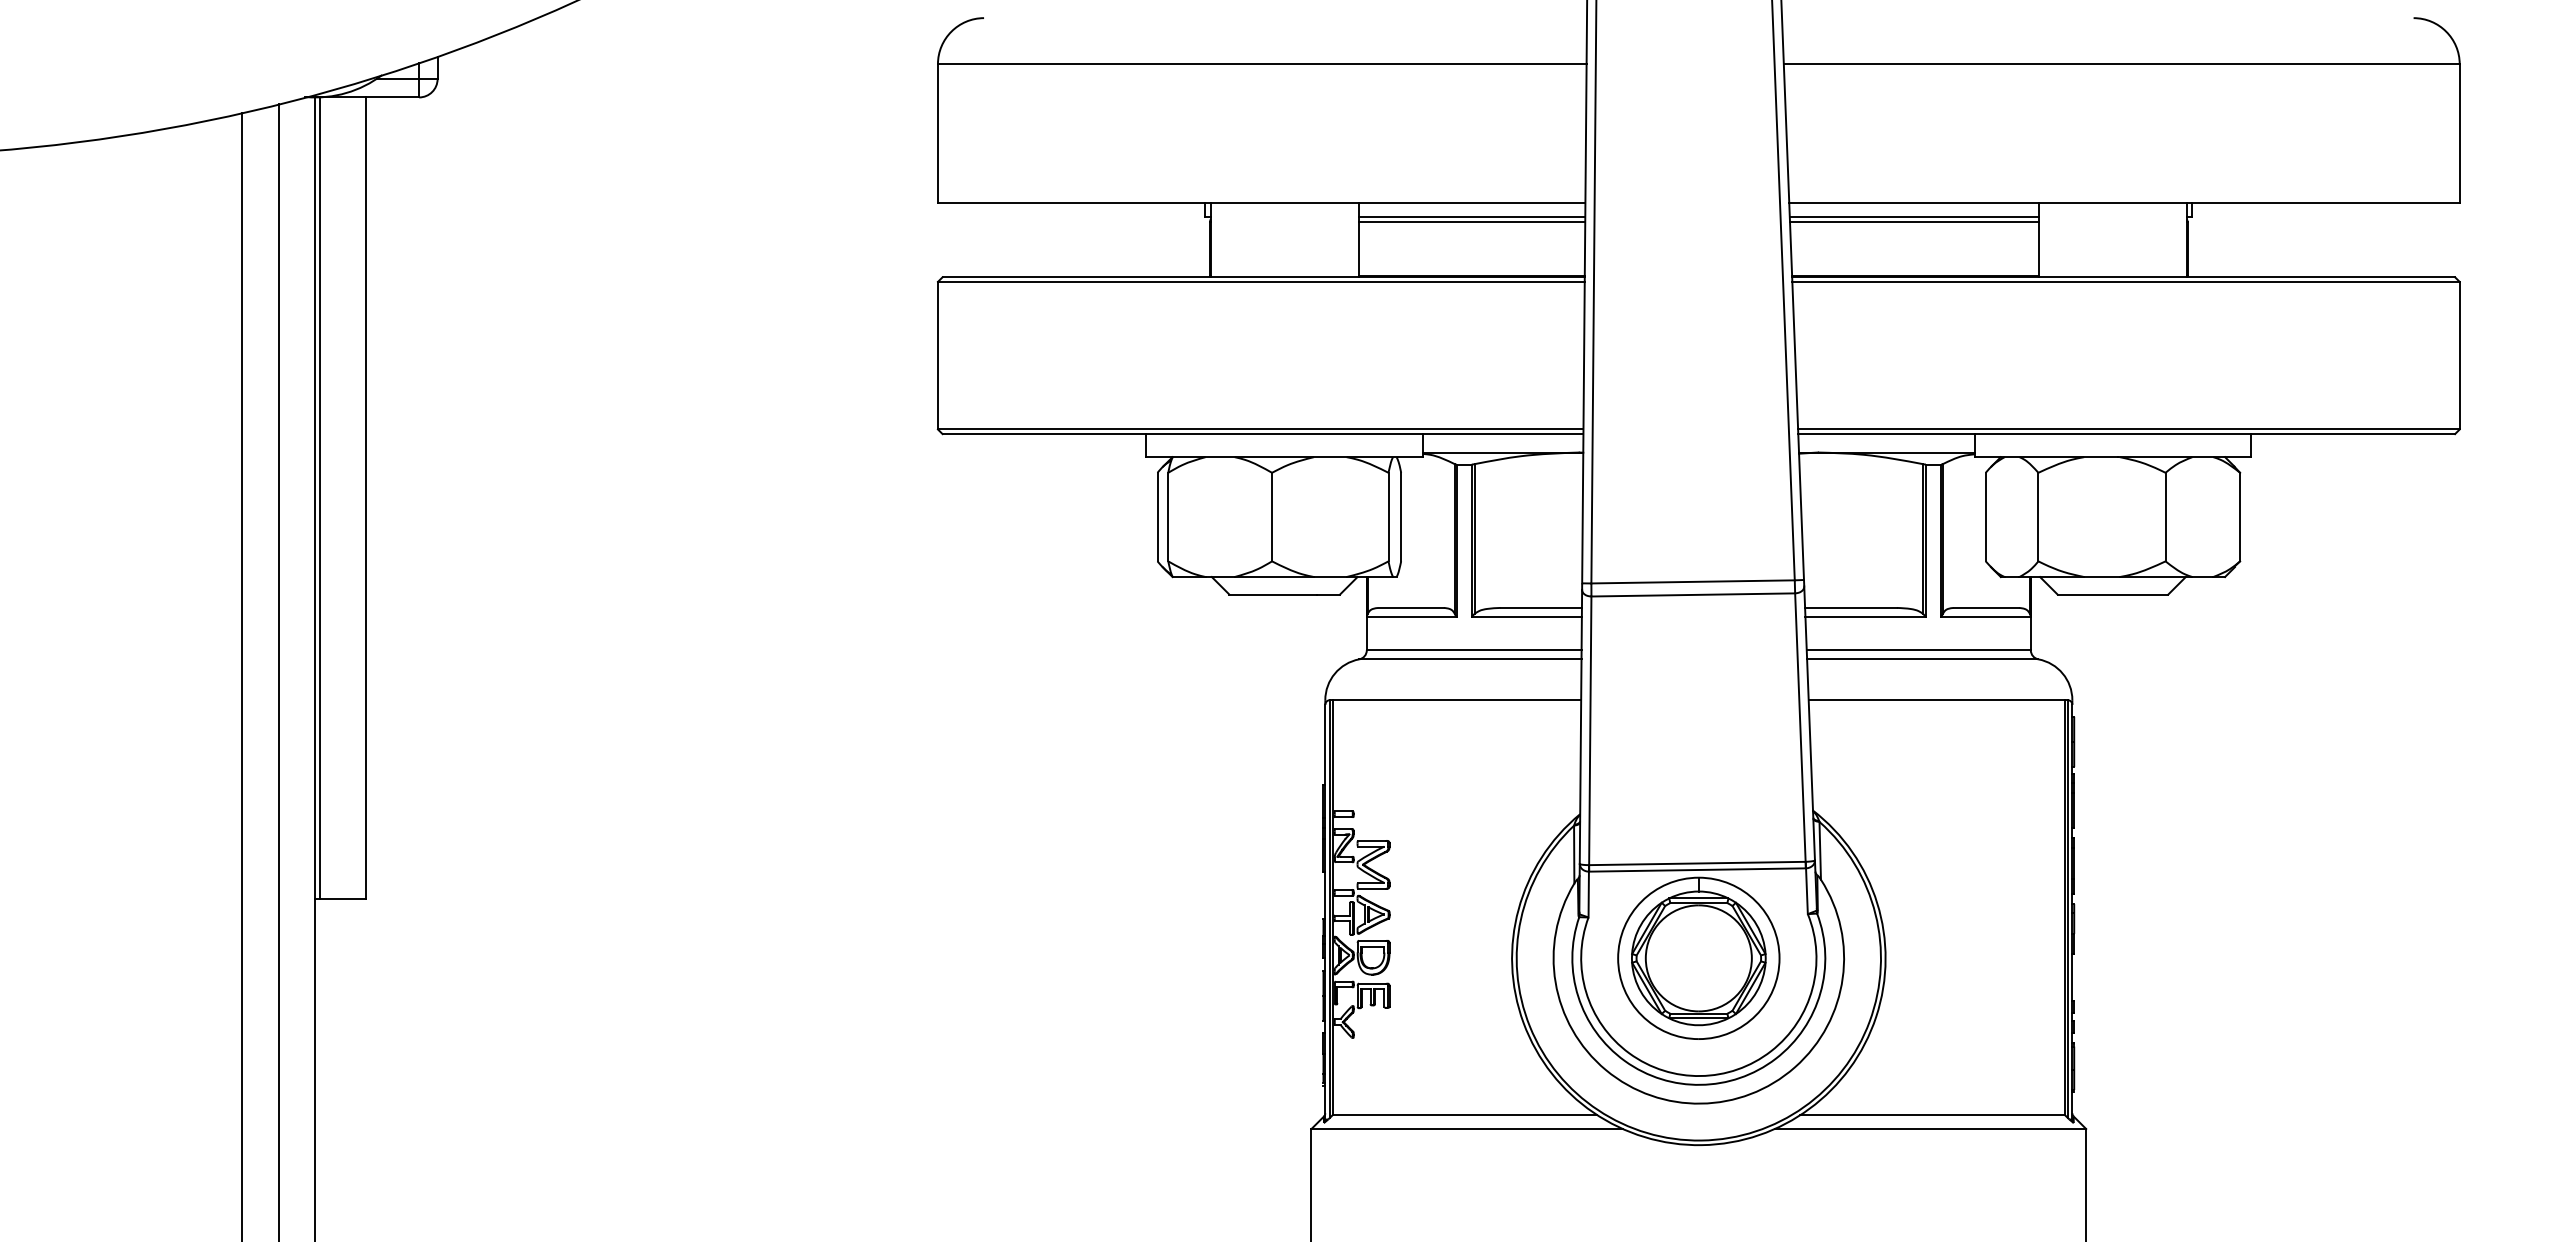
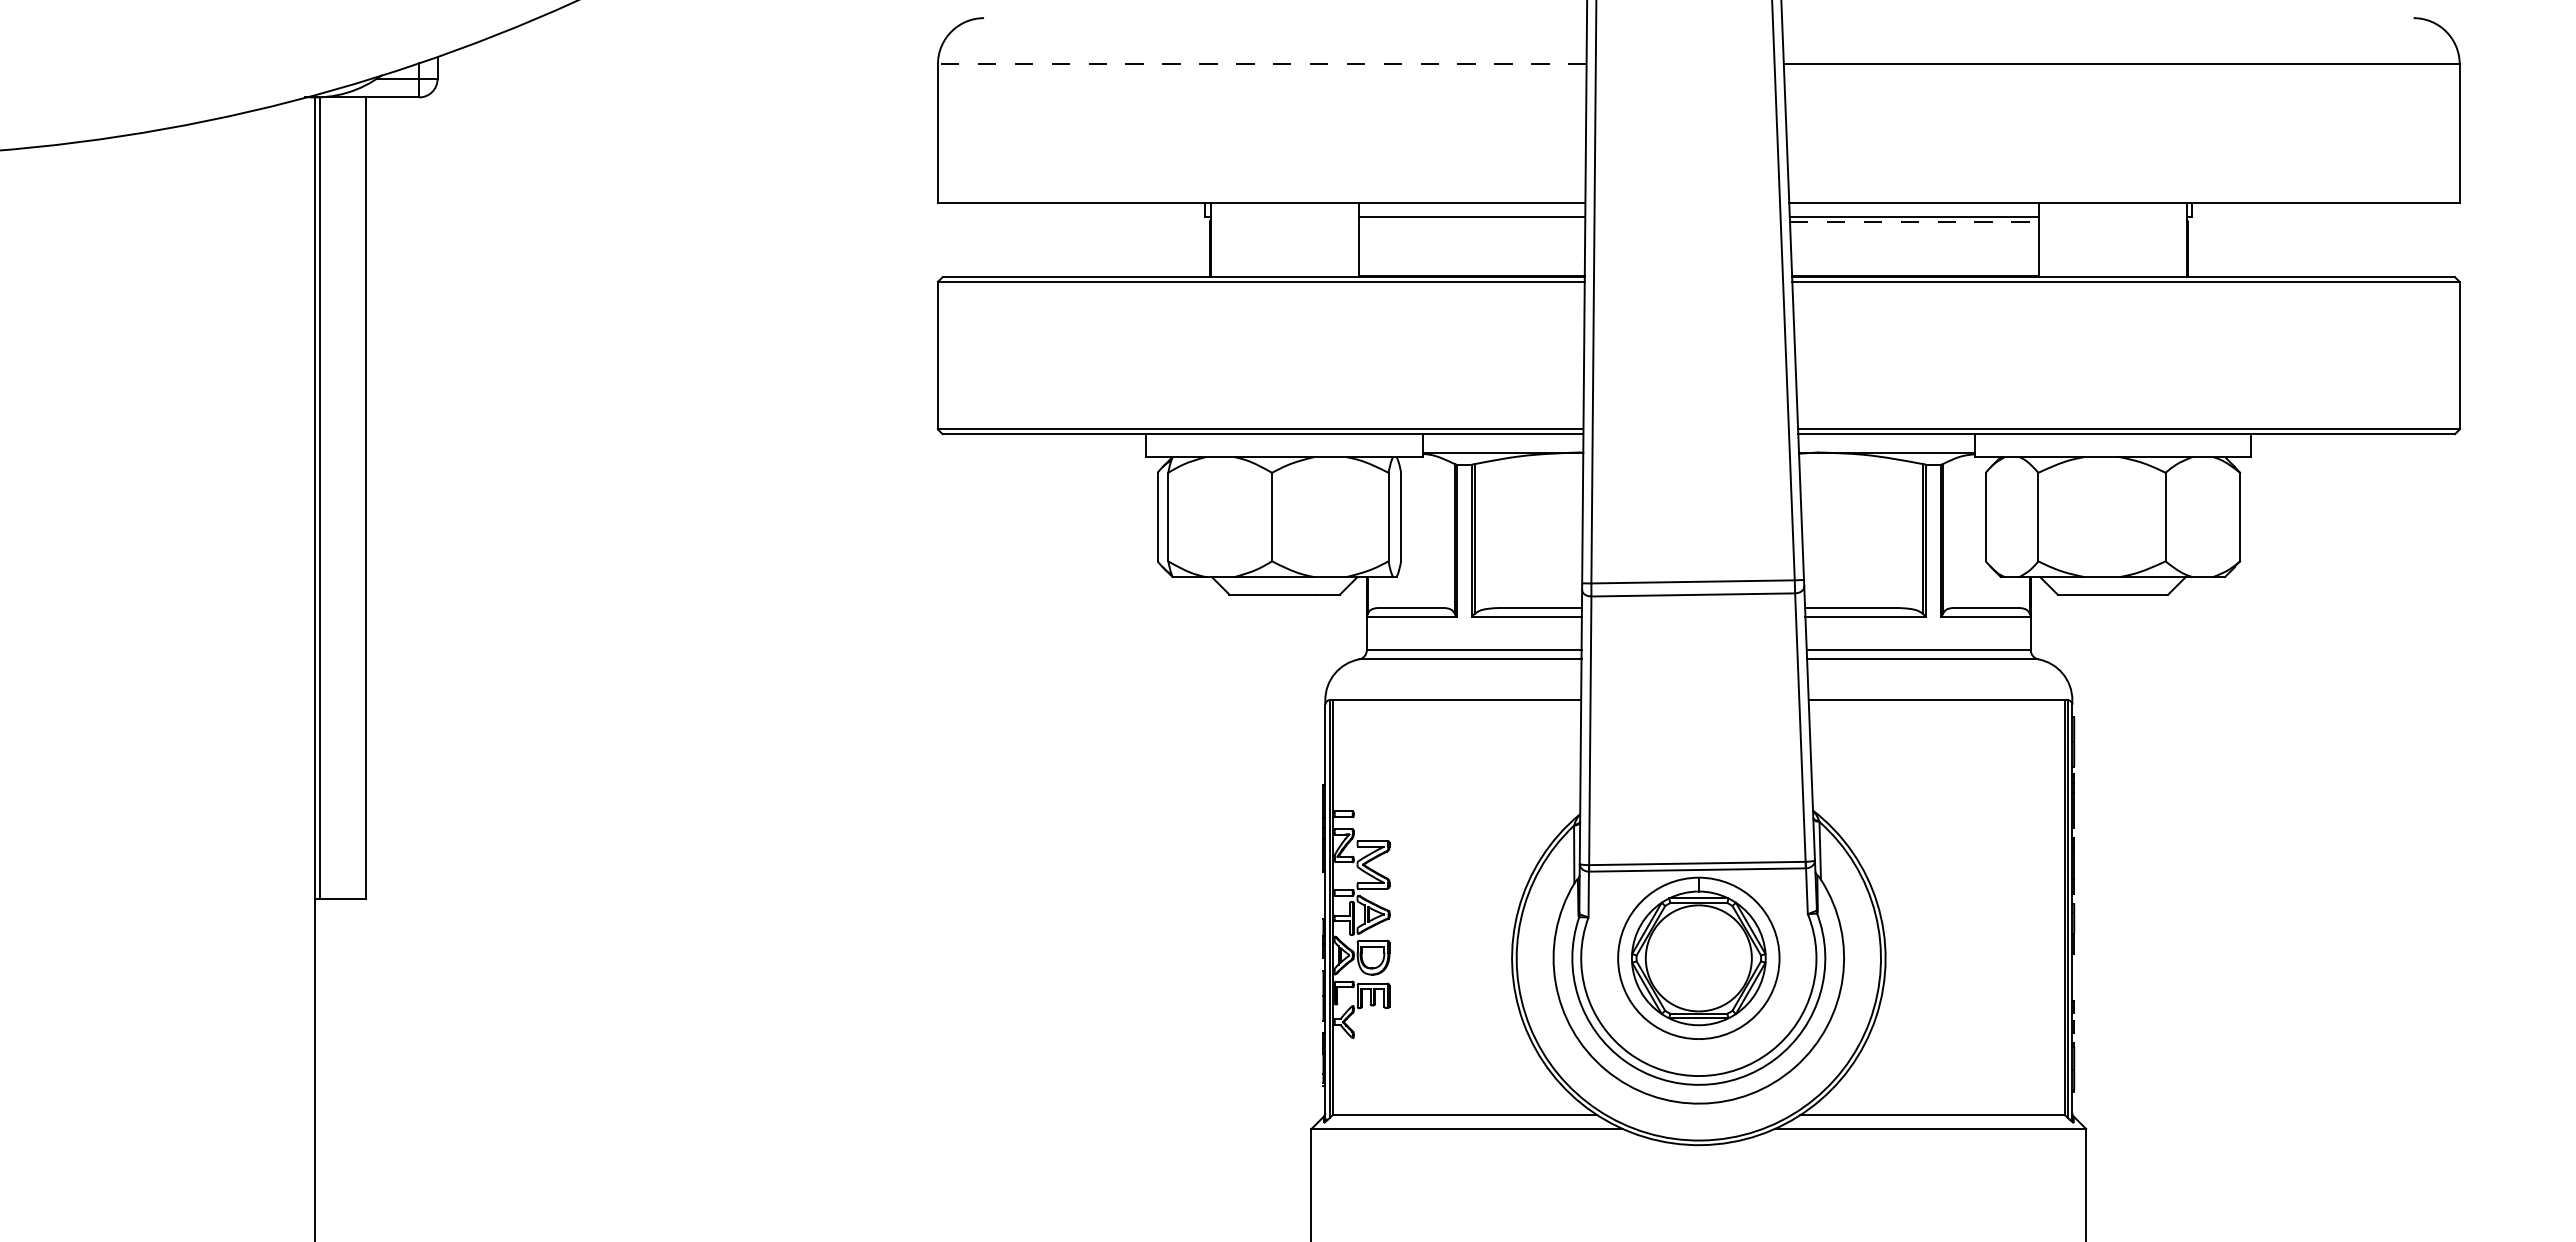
line at (1261, 64): solid -> dashed
line at (1471, 221): present -> none
line at (1914, 221): solid -> dashed
line at (278, 671): present -> none
line at (241, 675): present -> none
